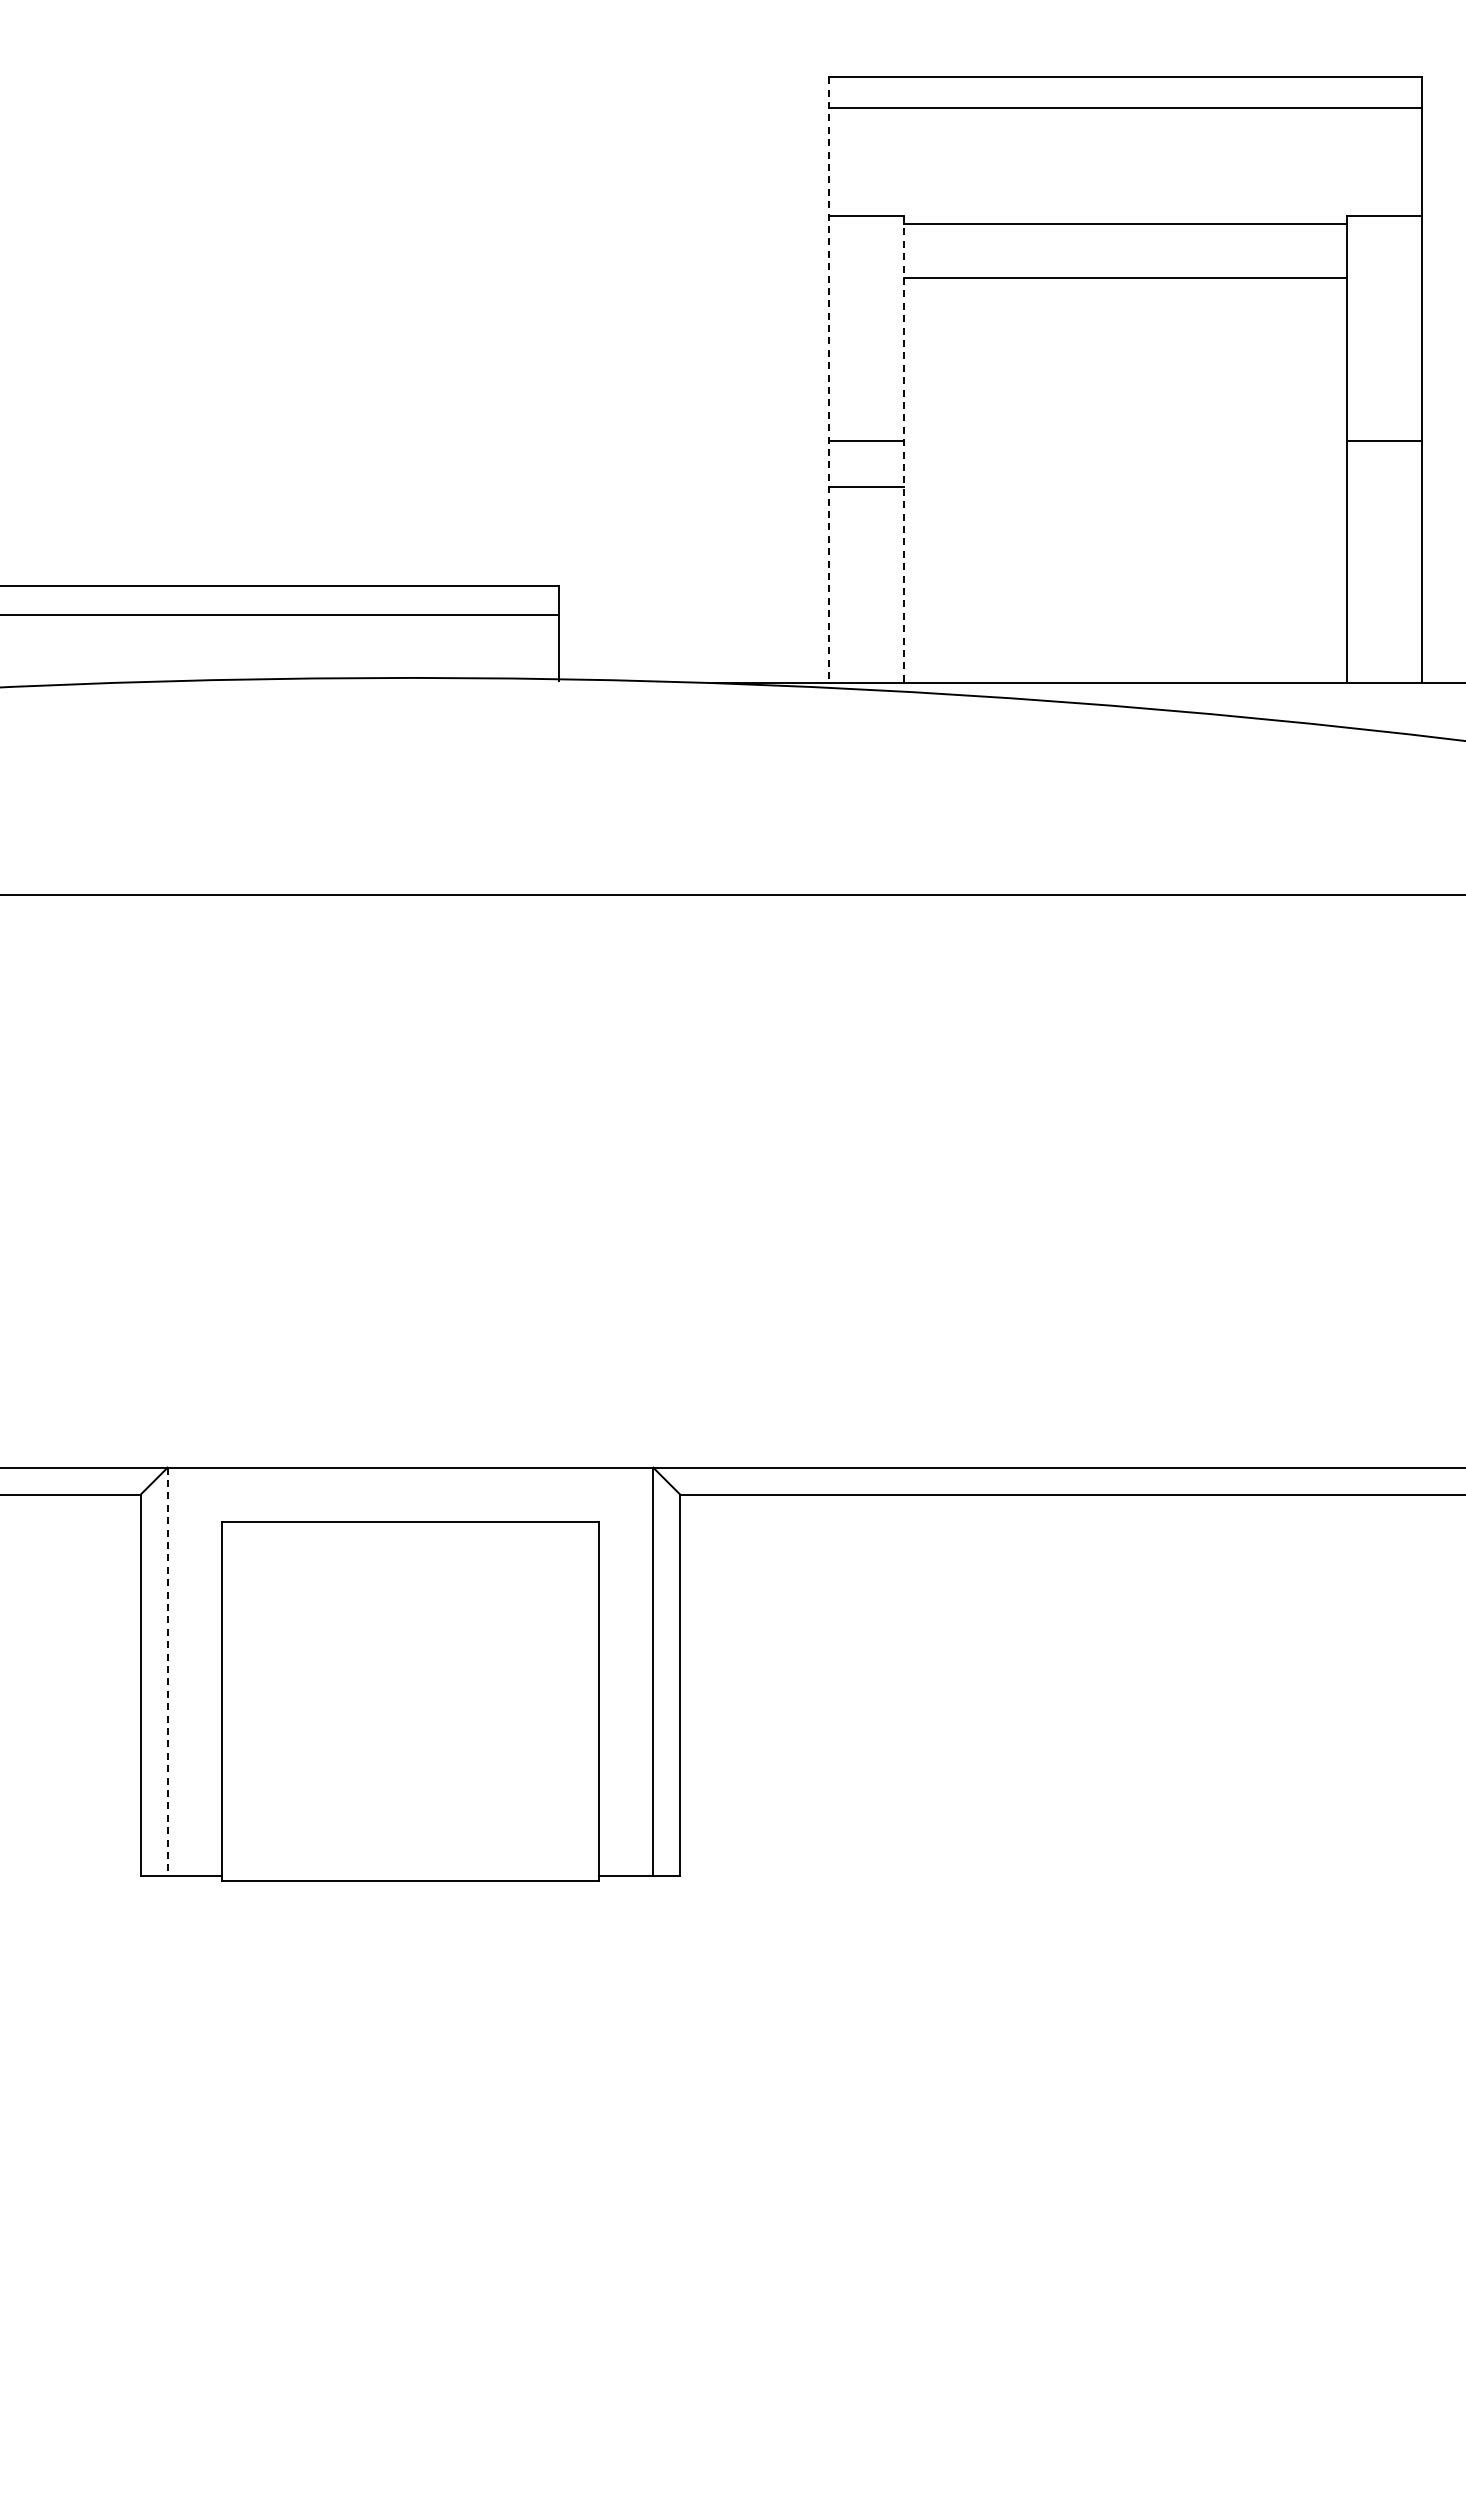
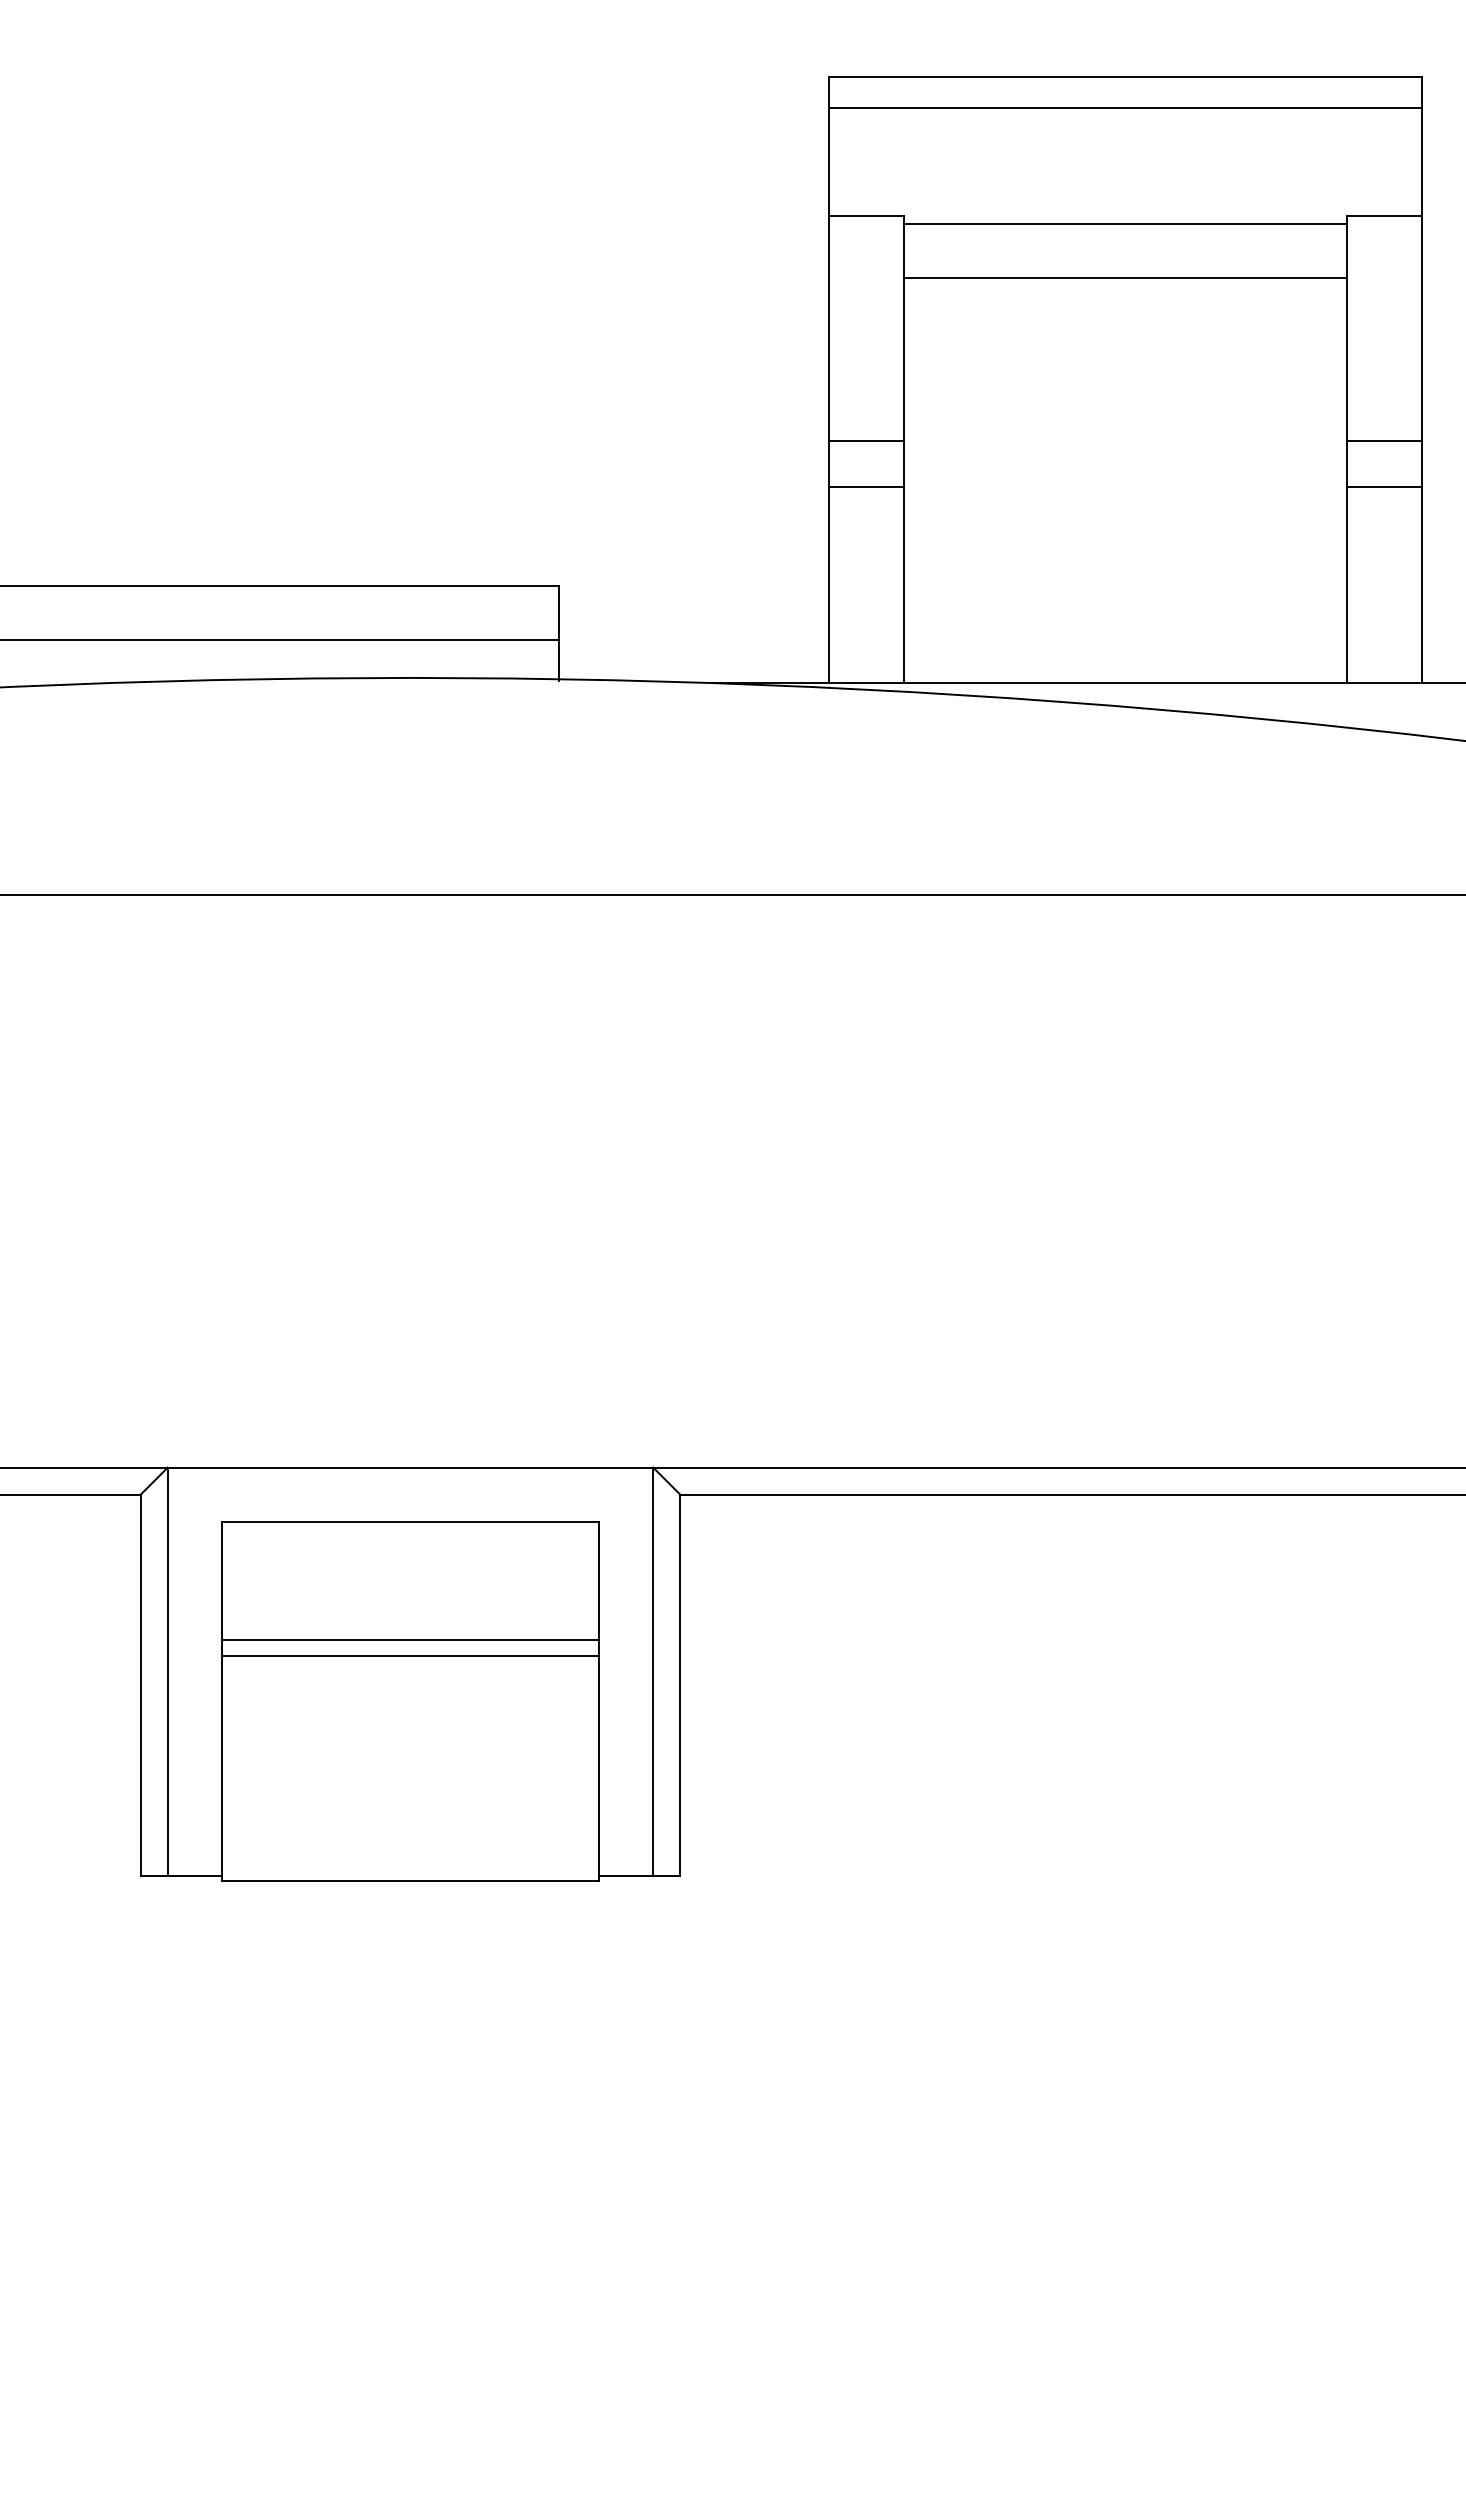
line at (828, 380): dashed -> solid
line at (904, 449): dashed -> solid
line at (1384, 487): none -> present
line at (280, 614) position: (280, 614) -> (280, 639)
line at (410, 1640): none -> present
line at (410, 1656): none -> present
line at (167, 1672): dashed -> solid
